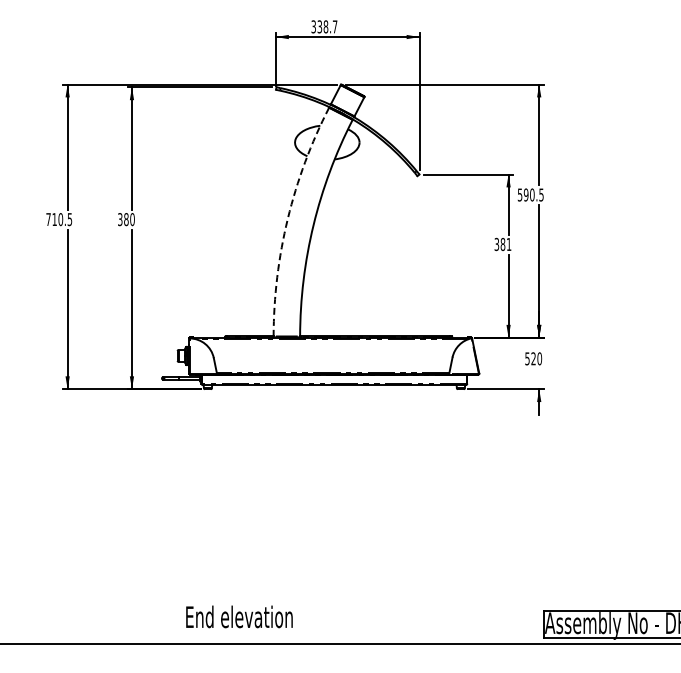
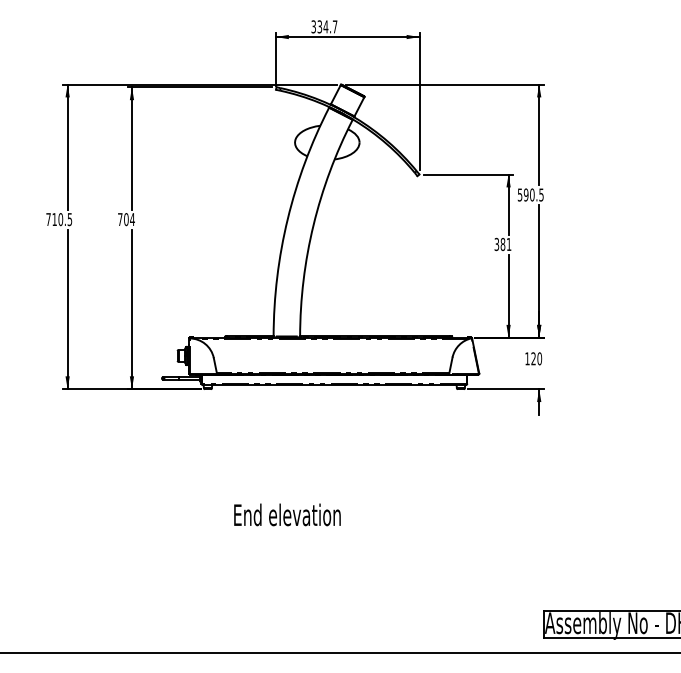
text at (325, 26): 338.7 -> 334.7
arc at (287, 218): dashed -> solid
text at (126, 219): 380 -> 704
text at (527, 358): 520 -> 120
text at (239, 616) position: (239, 616) -> (287, 514)
line at (339, 643) position: (339, 643) -> (339, 652)
